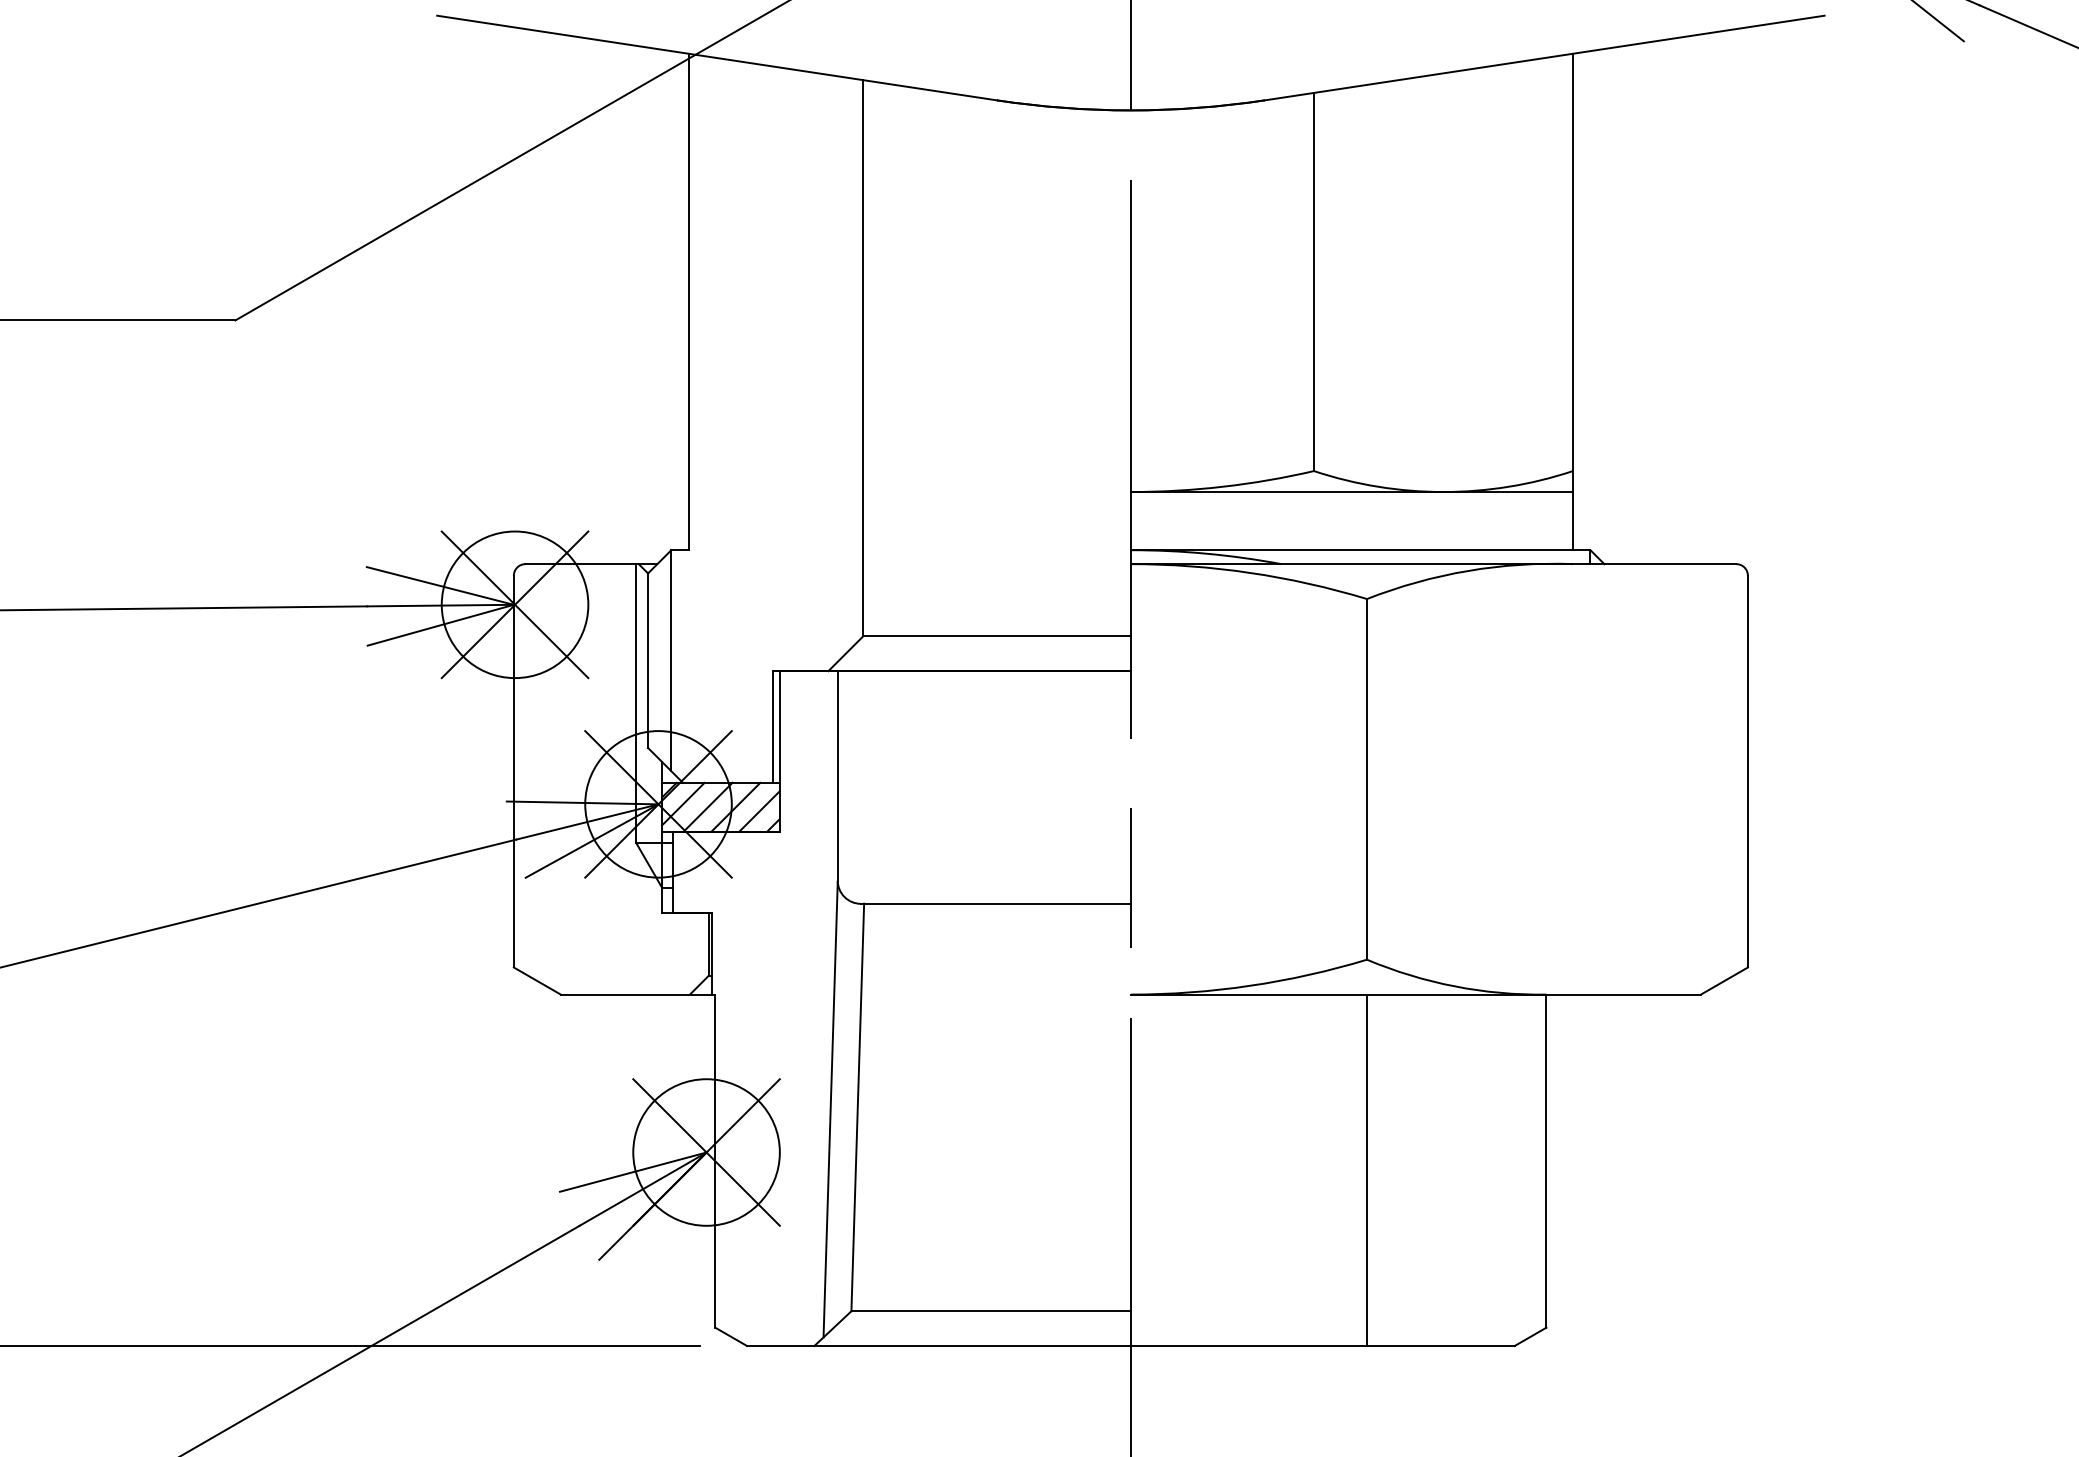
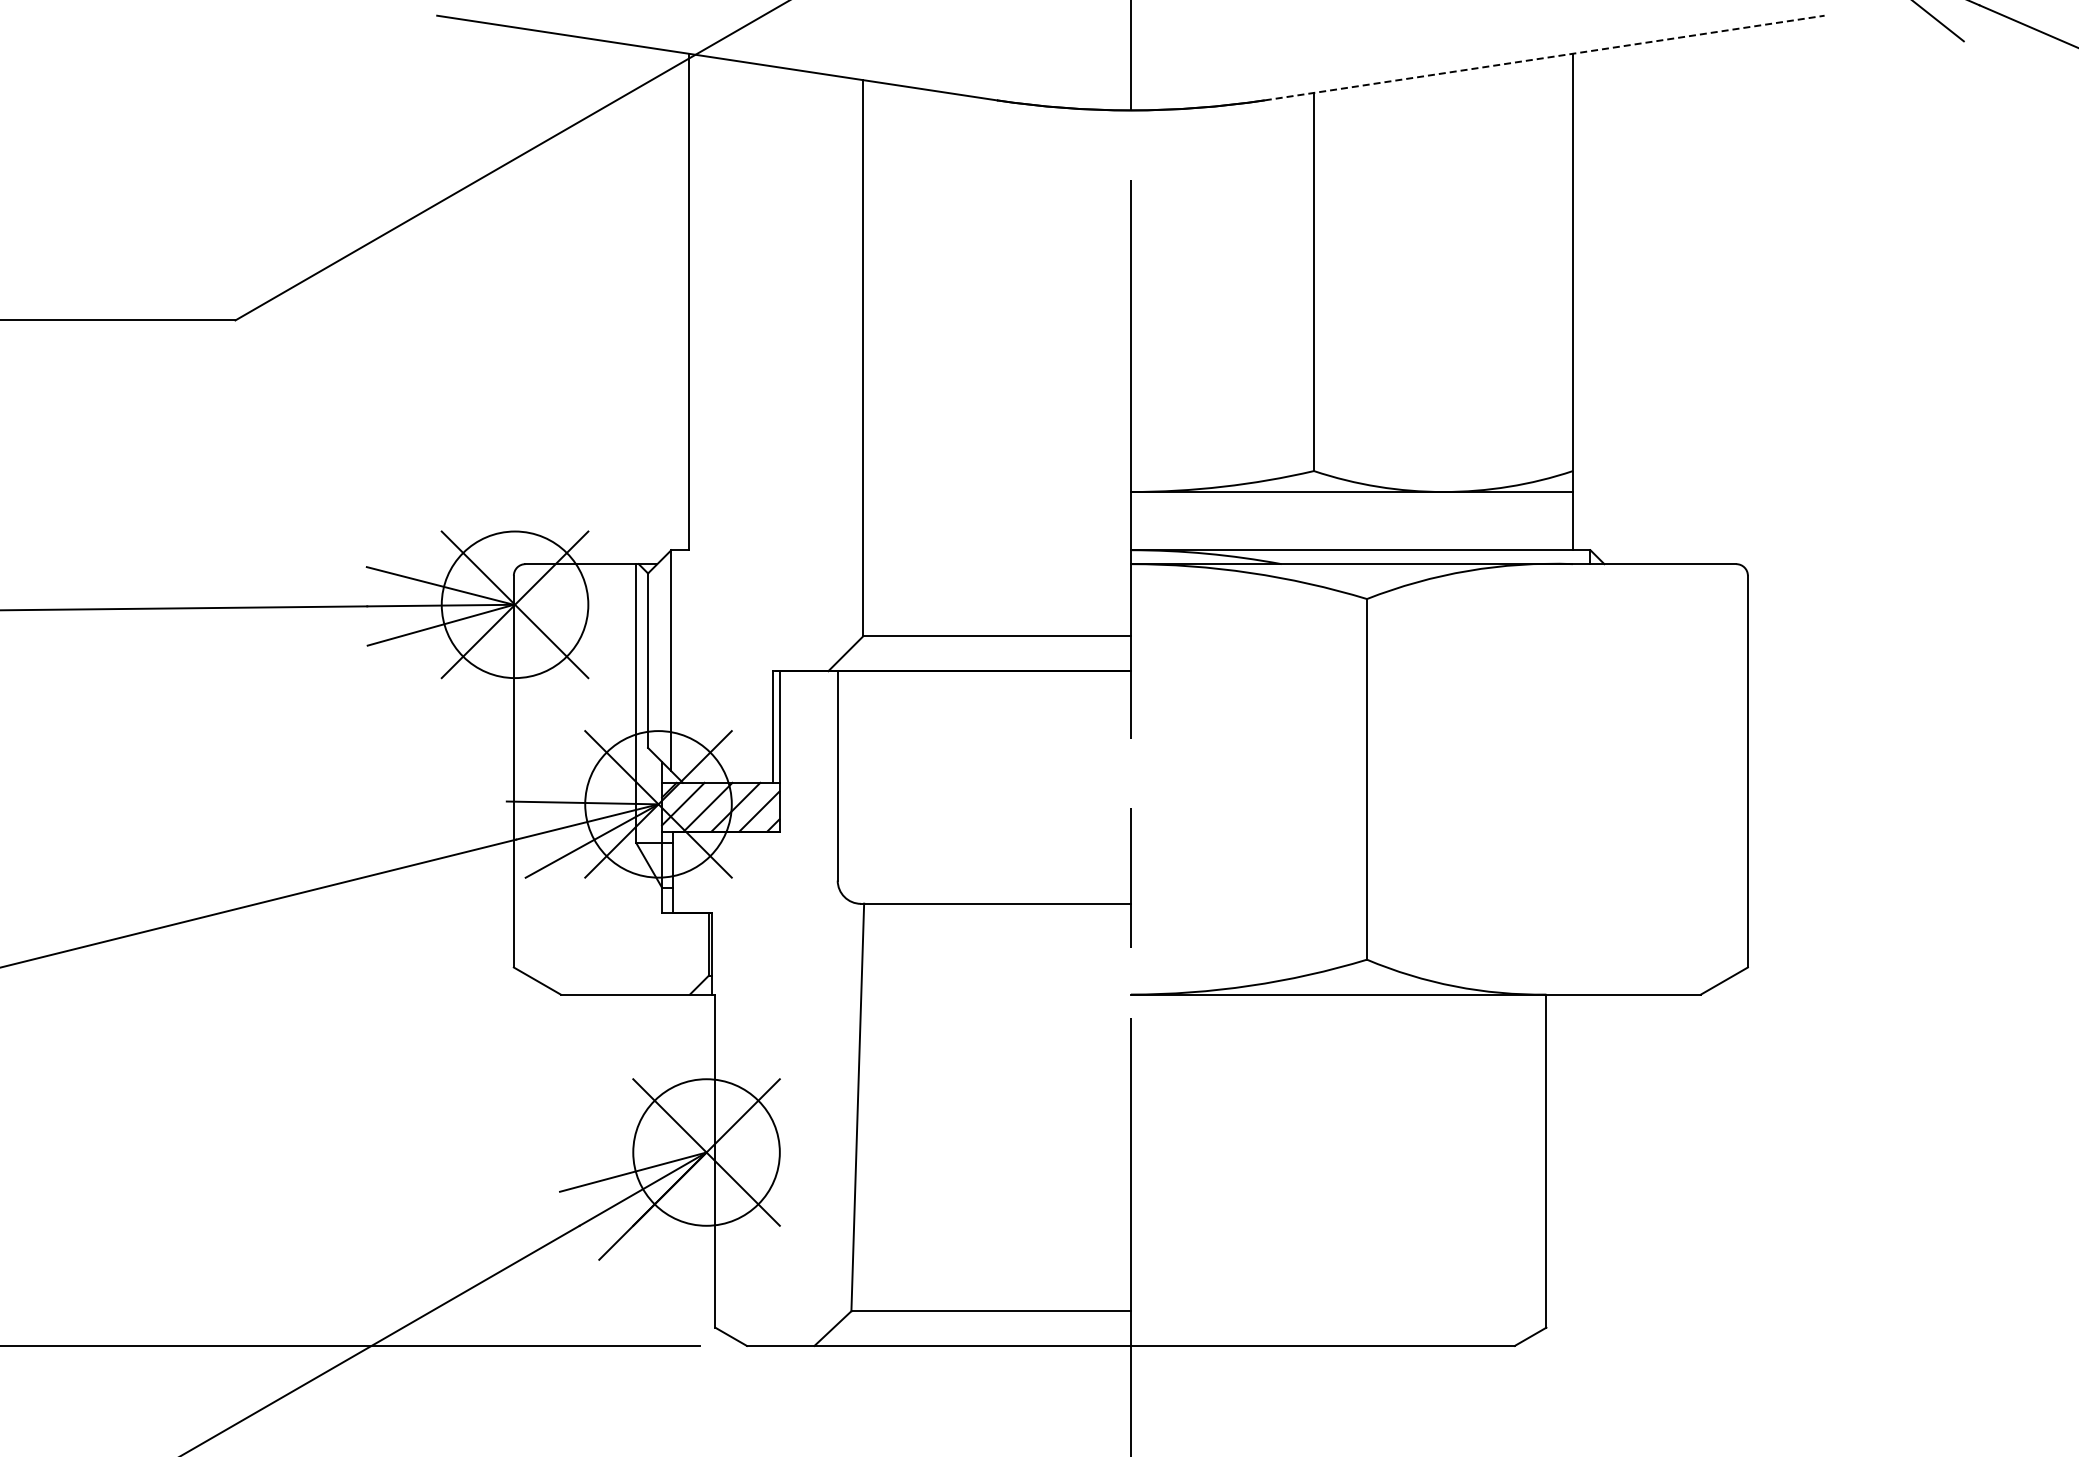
line at (1545, 57): solid -> dashed
line at (830, 1109): present -> none
line at (1367, 1170): present -> none
